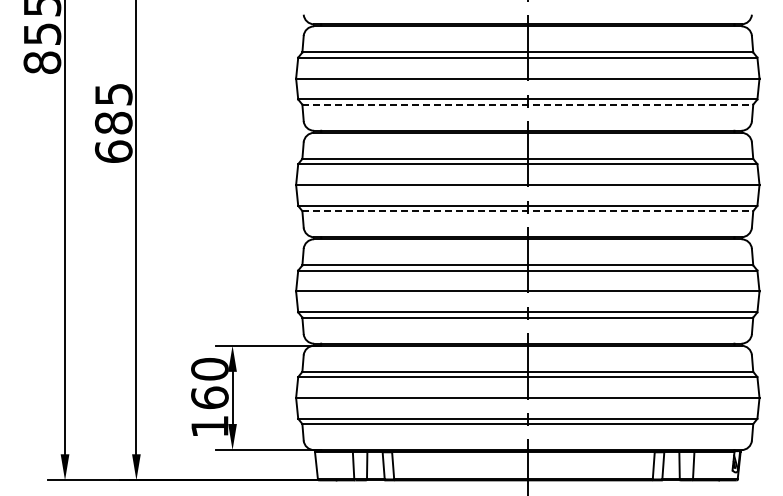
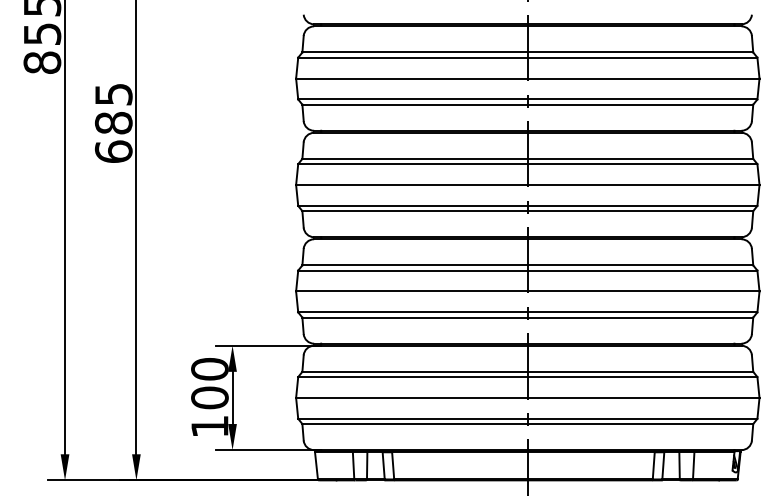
line at (528, 104): dashed -> solid
line at (528, 211): dashed -> solid
text at (209, 397): 160 -> 100
